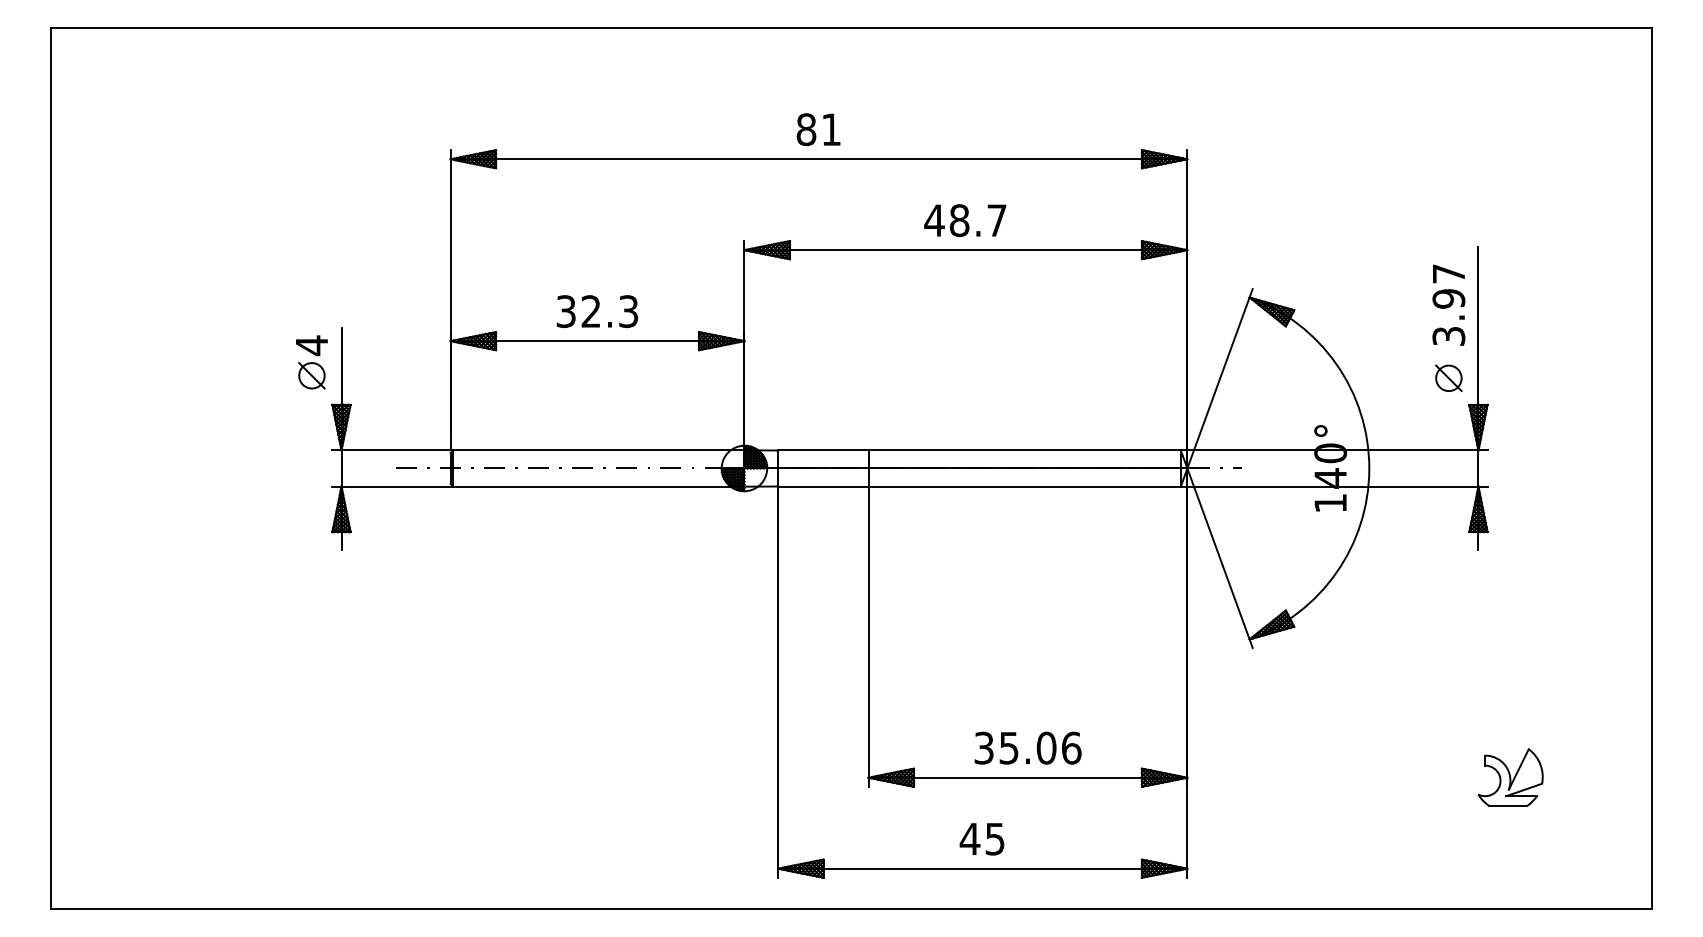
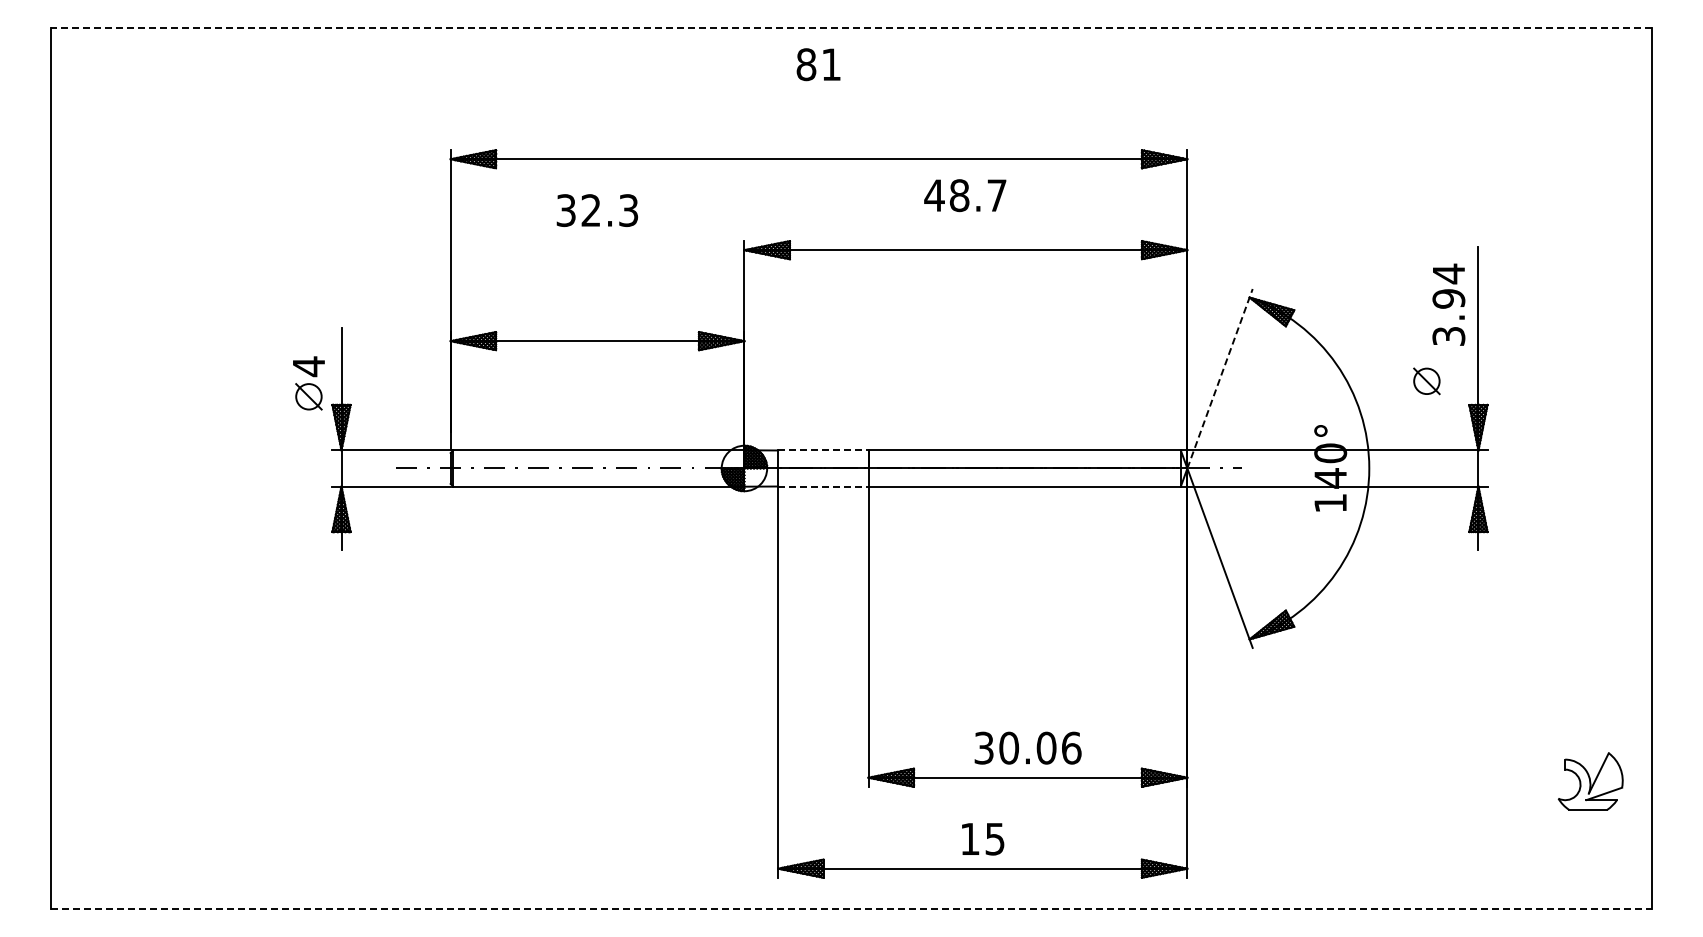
line at (851, 28): solid -> dashed
text at (818, 129) position: (818, 129) -> (818, 64)
text at (965, 220) position: (965, 220) -> (965, 195)
text at (1448, 273): 3.97 -> 3.94
text at (596, 311) position: (596, 311) -> (596, 210)
part at (311, 362) position: (311, 362) -> (308, 383)
line at (1220, 378): solid -> dashed
part at (1448, 378) position: (1448, 378) -> (1426, 381)
line at (823, 450): solid -> dashed
line at (823, 486): solid -> dashed
text at (1009, 747): 35.06 -> 30.06
part at (1510, 777) position: (1510, 777) -> (1590, 781)
text at (969, 838): 45 -> 15
line at (851, 908): solid -> dashed
